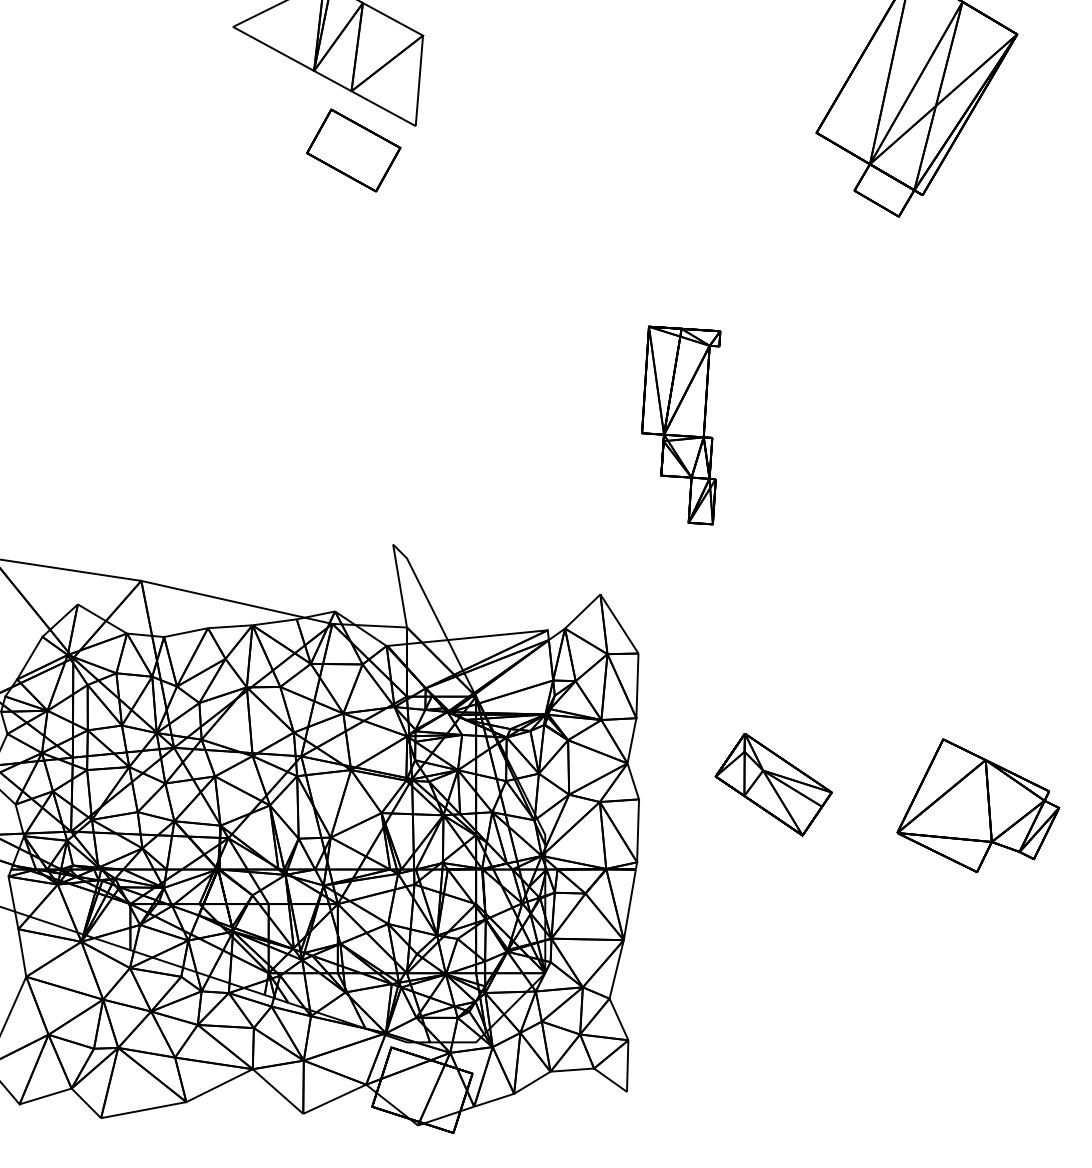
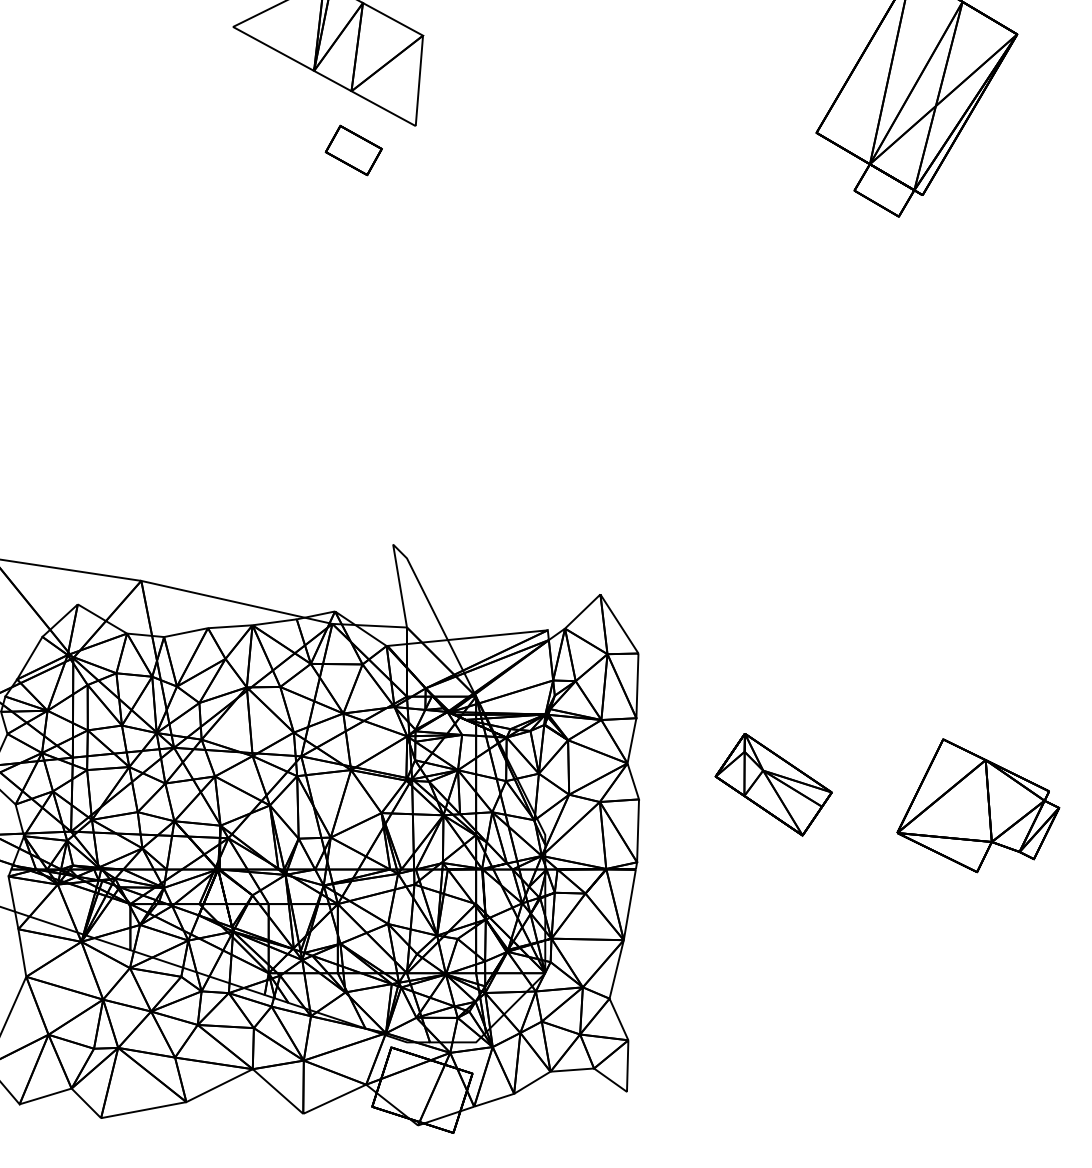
part at (353, 150) size: 96x85 px -> 59x53 px
part at (681, 425): present -> none
